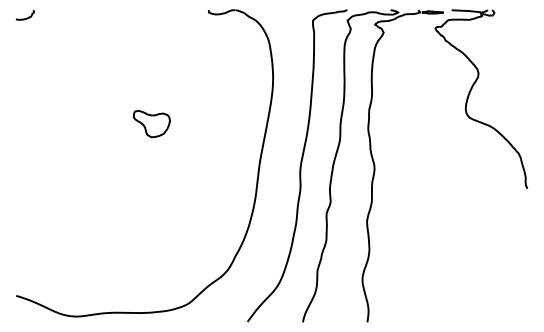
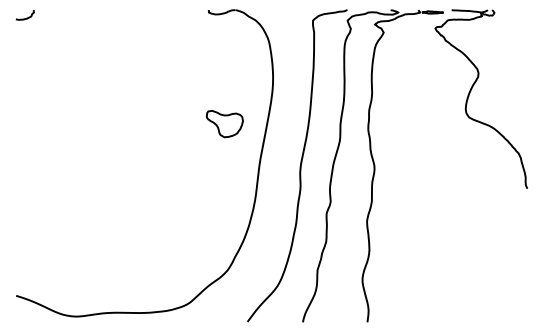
part at (151, 124) position: (151, 124) -> (224, 124)
